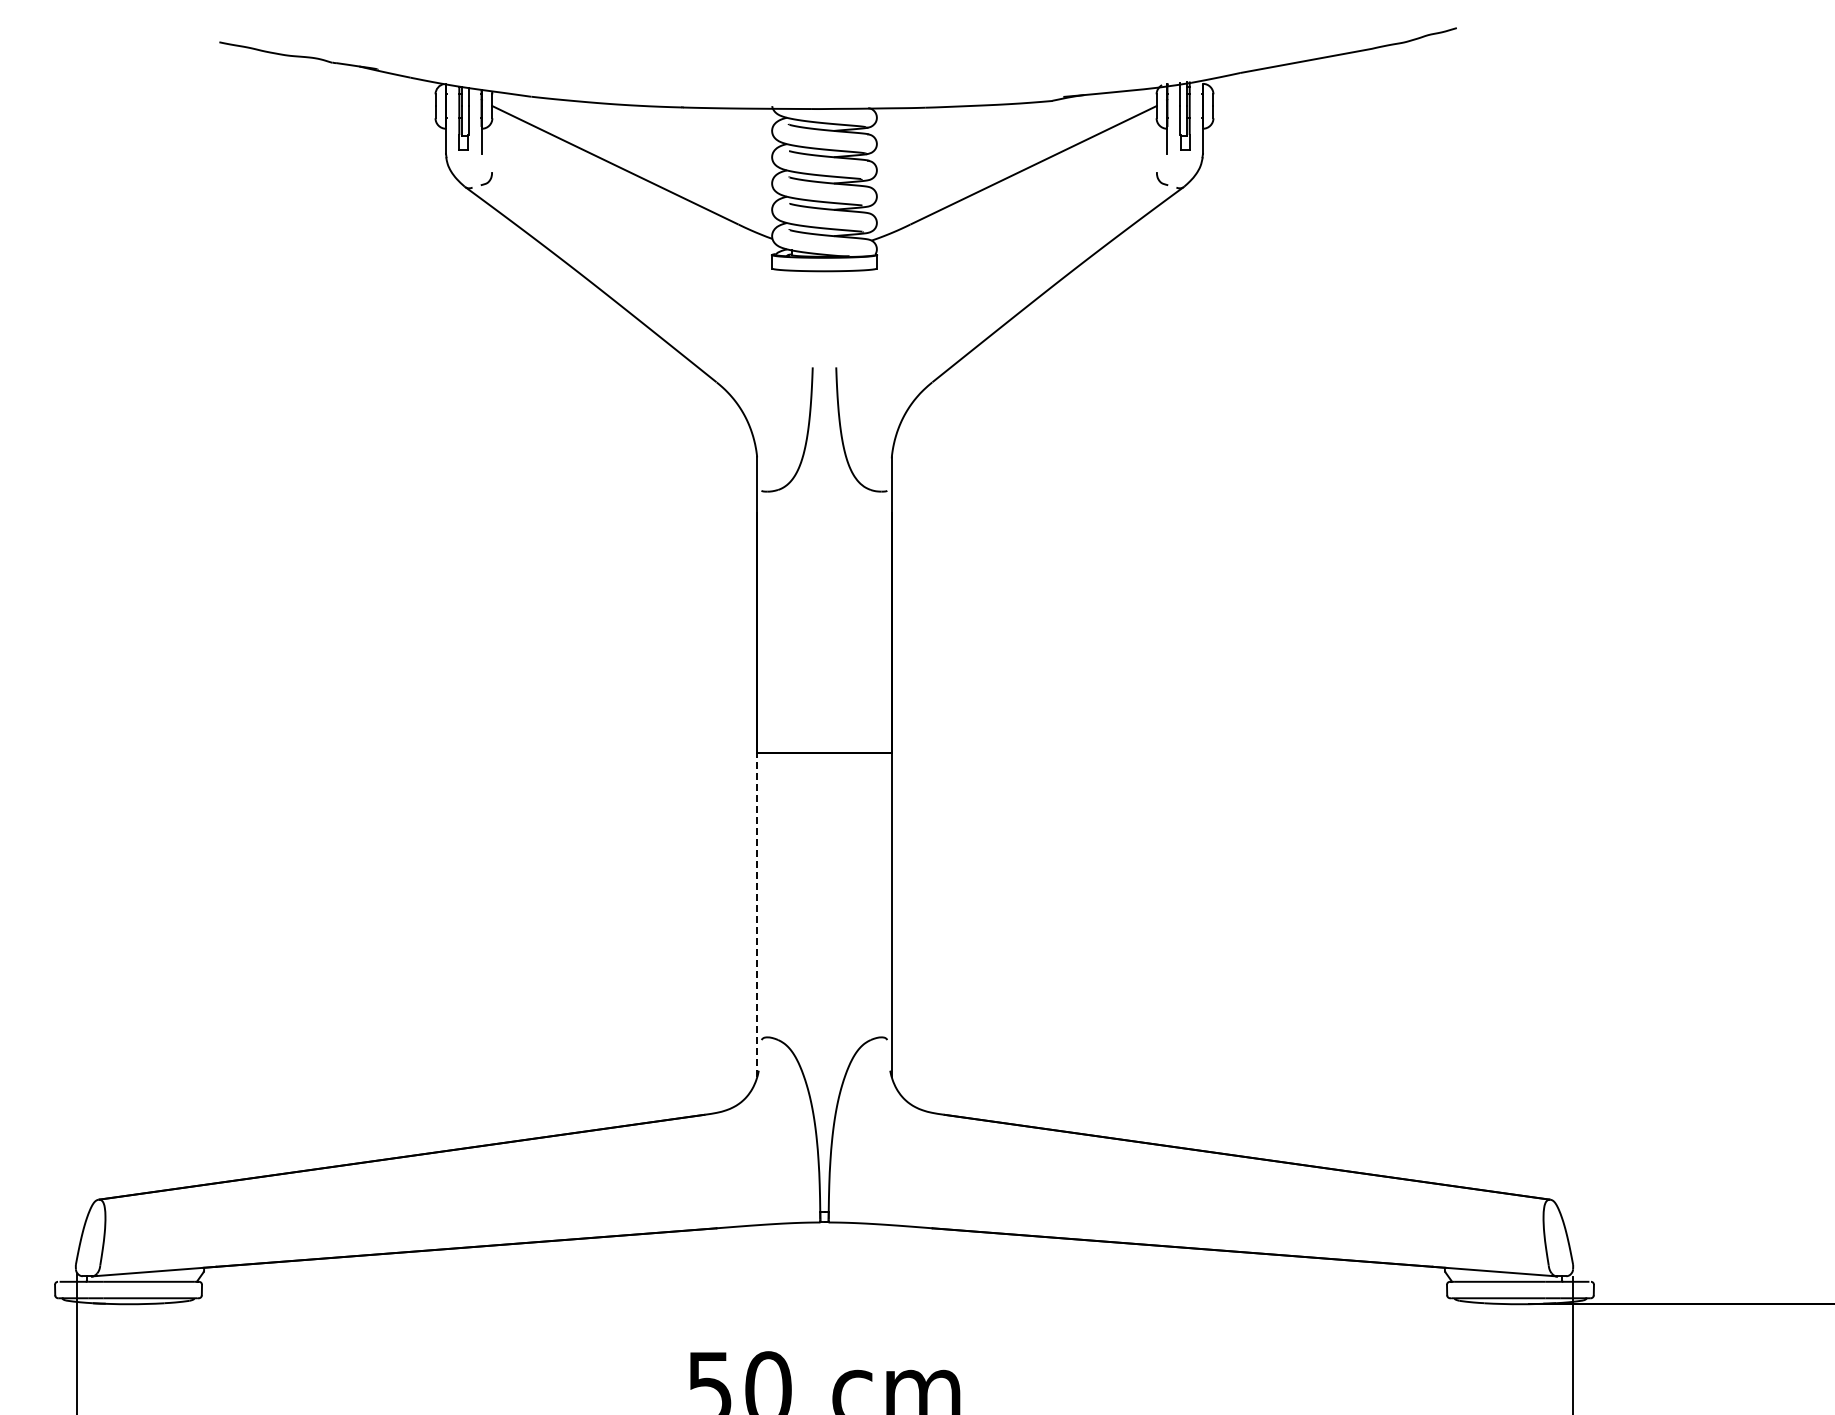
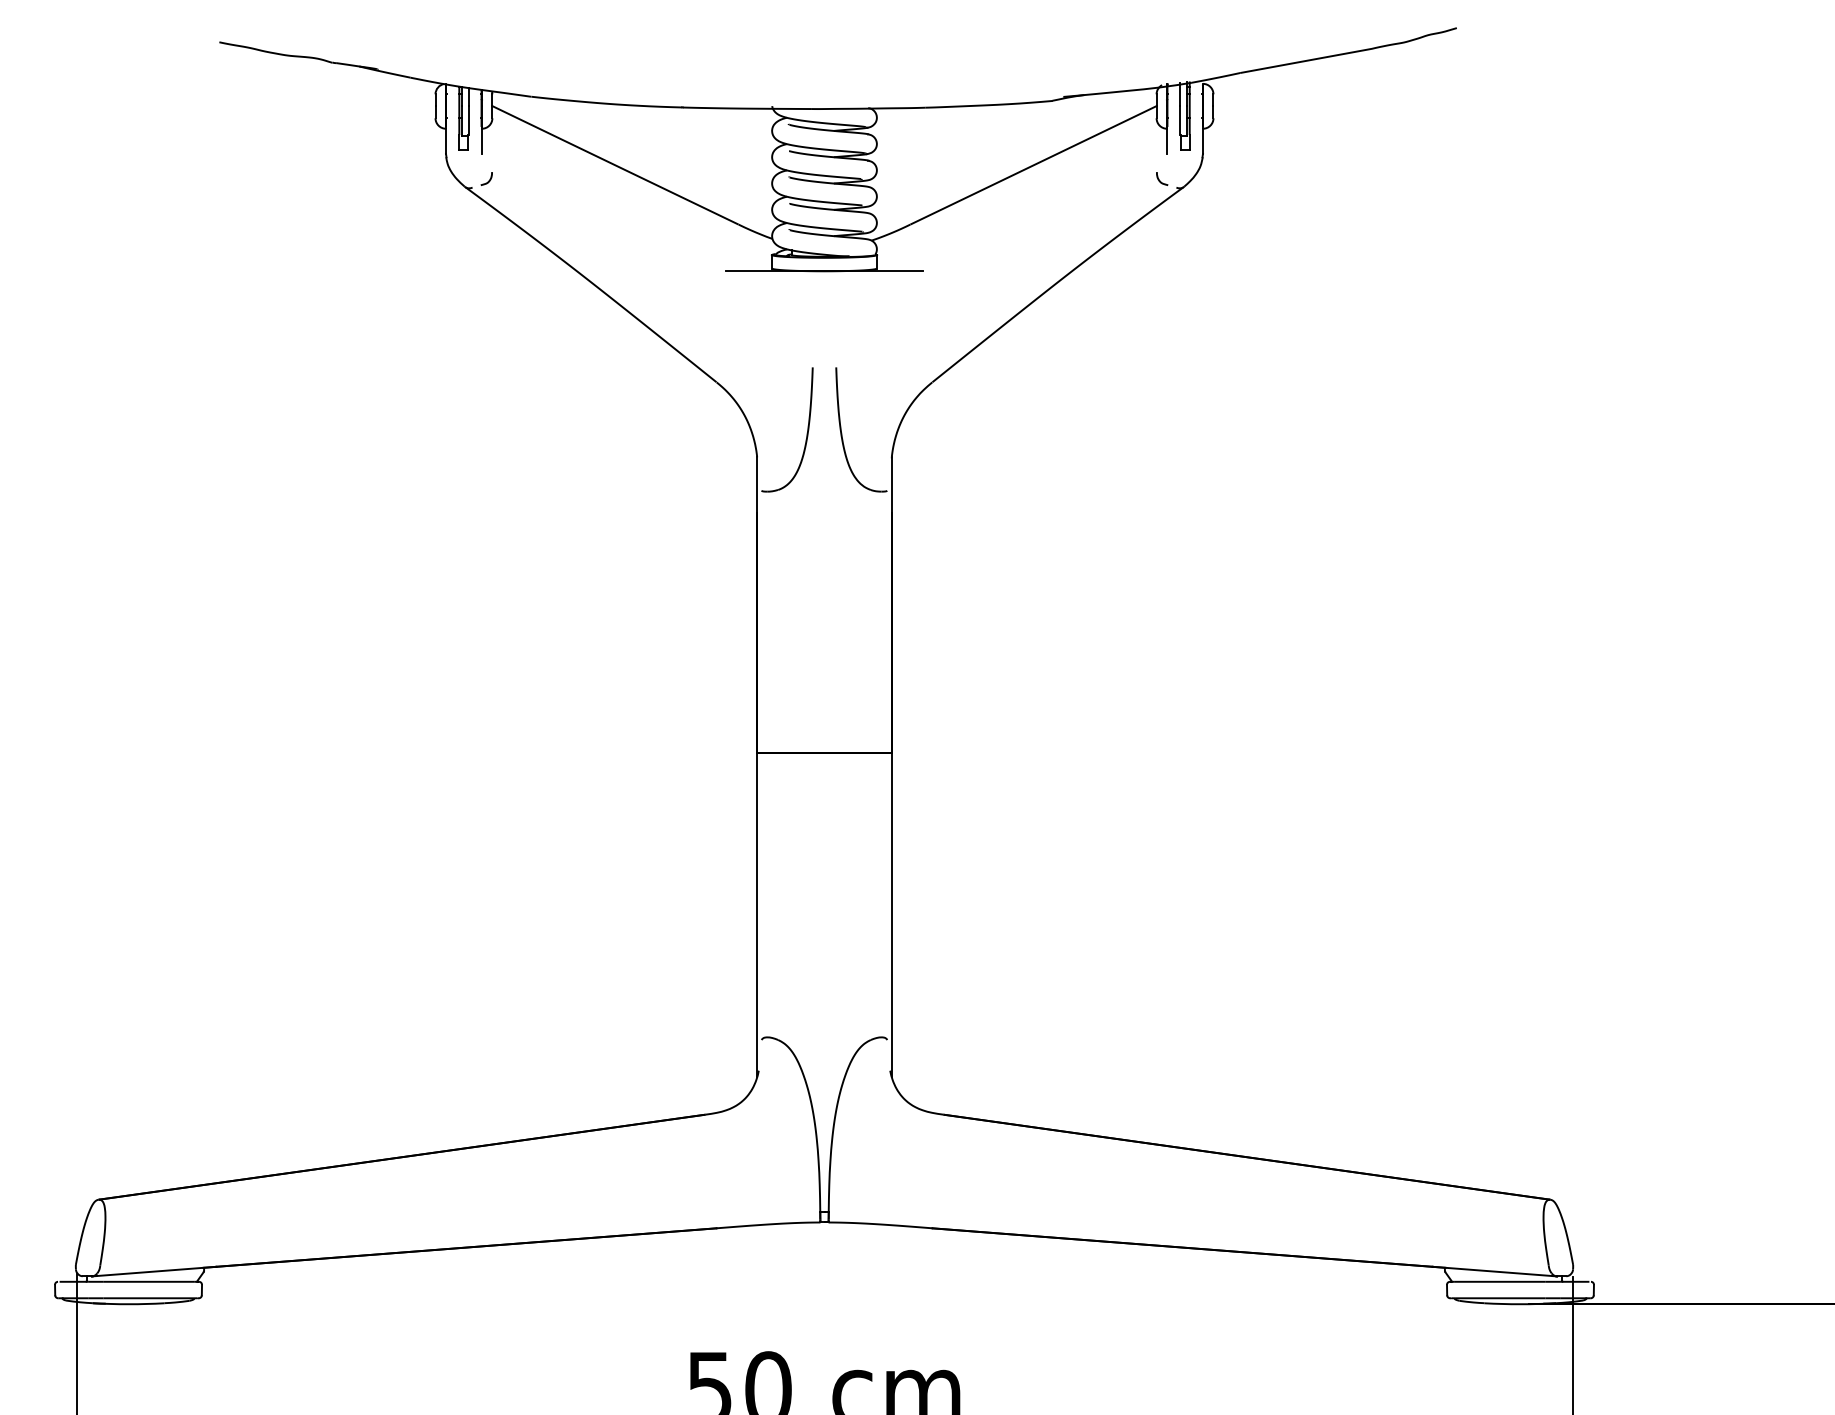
line at (824, 271): none -> present
line at (757, 914): dashed -> solid
